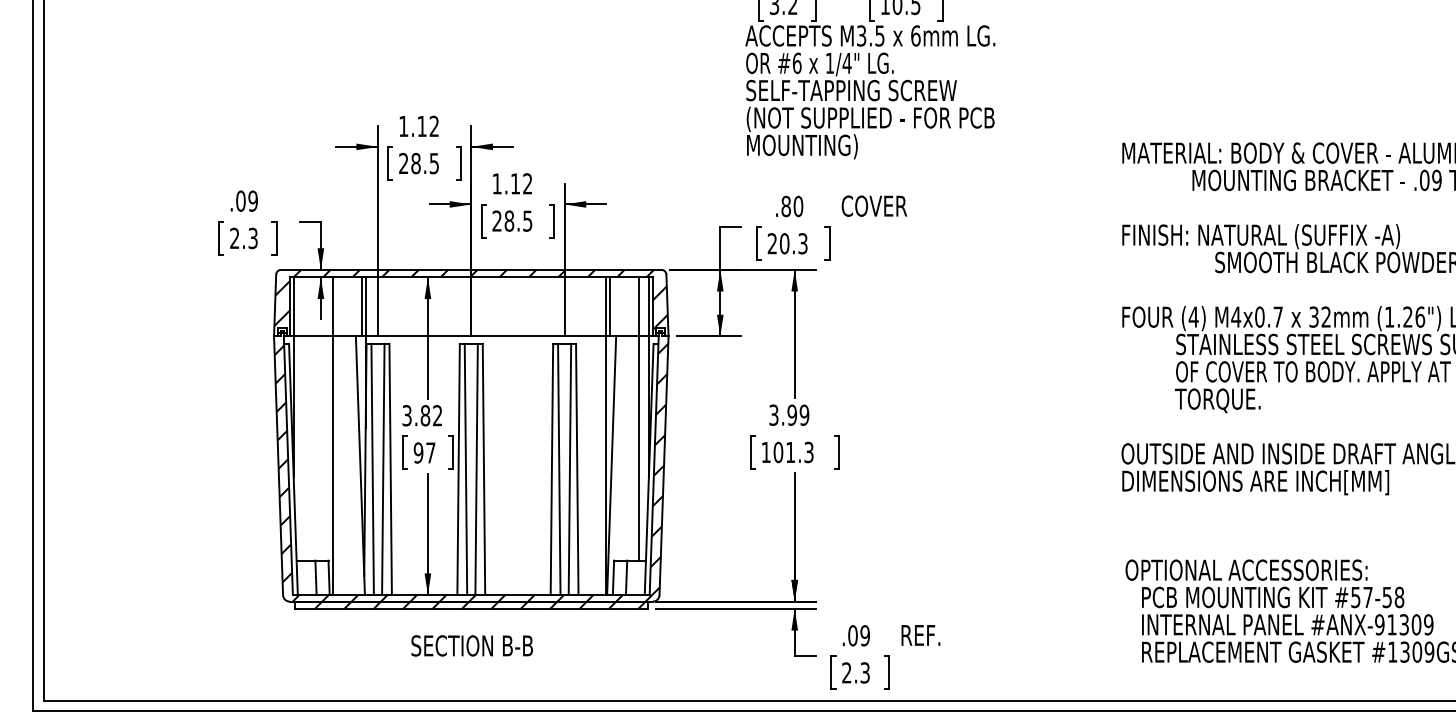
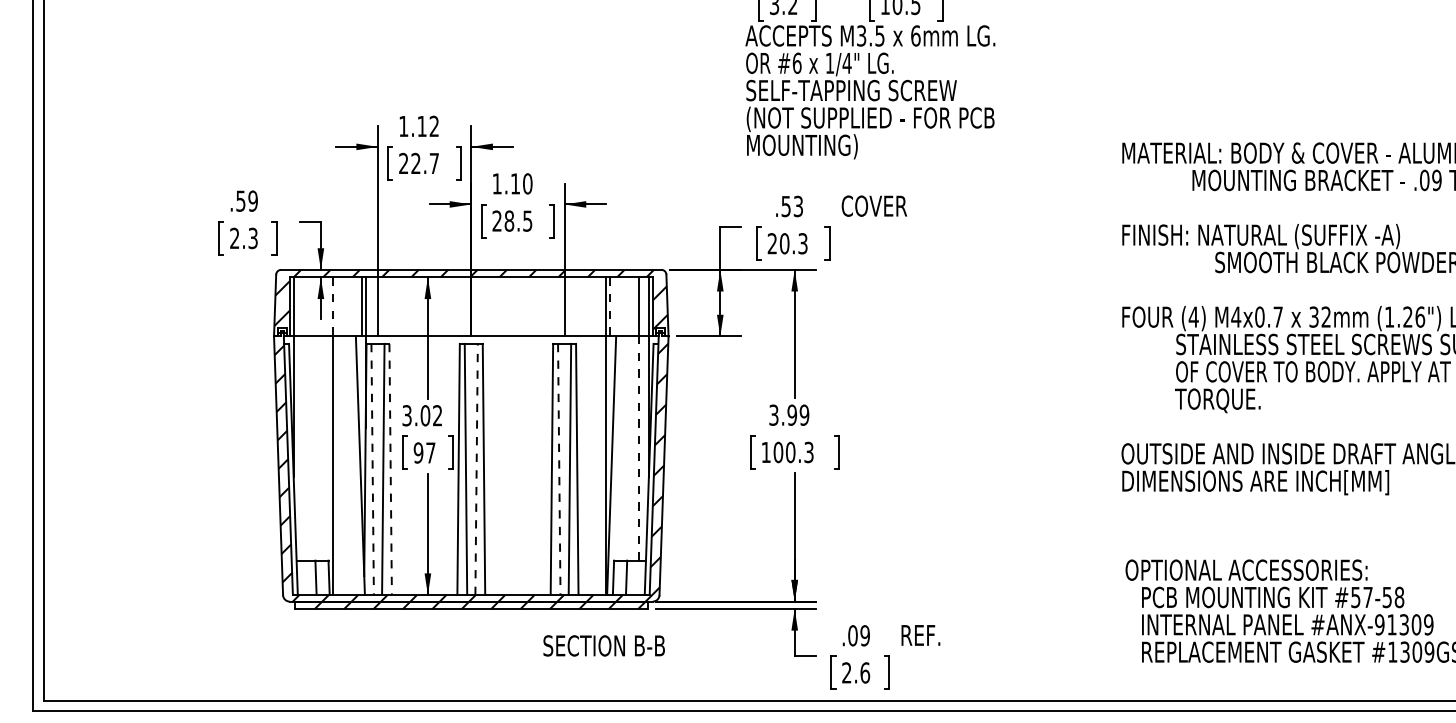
text at (424, 163): 28.5 -> 22.7
text at (527, 183): 1.12 -> 1.10
text at (240, 200): .09 -> .59
text at (792, 206): .80 -> .53
line at (332, 307): solid -> dashed
line at (610, 307): solid -> dashed
text at (425, 415): 3.82 -> 3.02
line at (639, 448): solid -> dashed
text at (790, 452): 101.3 -> 100.3
line at (372, 469): solid -> dashed
line at (390, 469): solid -> dashed
line at (476, 469): solid -> dashed
line at (559, 469): solid -> dashed
text at (471, 645) position: (471, 645) -> (603, 645)
text at (865, 672): 2.3 -> 2.6
